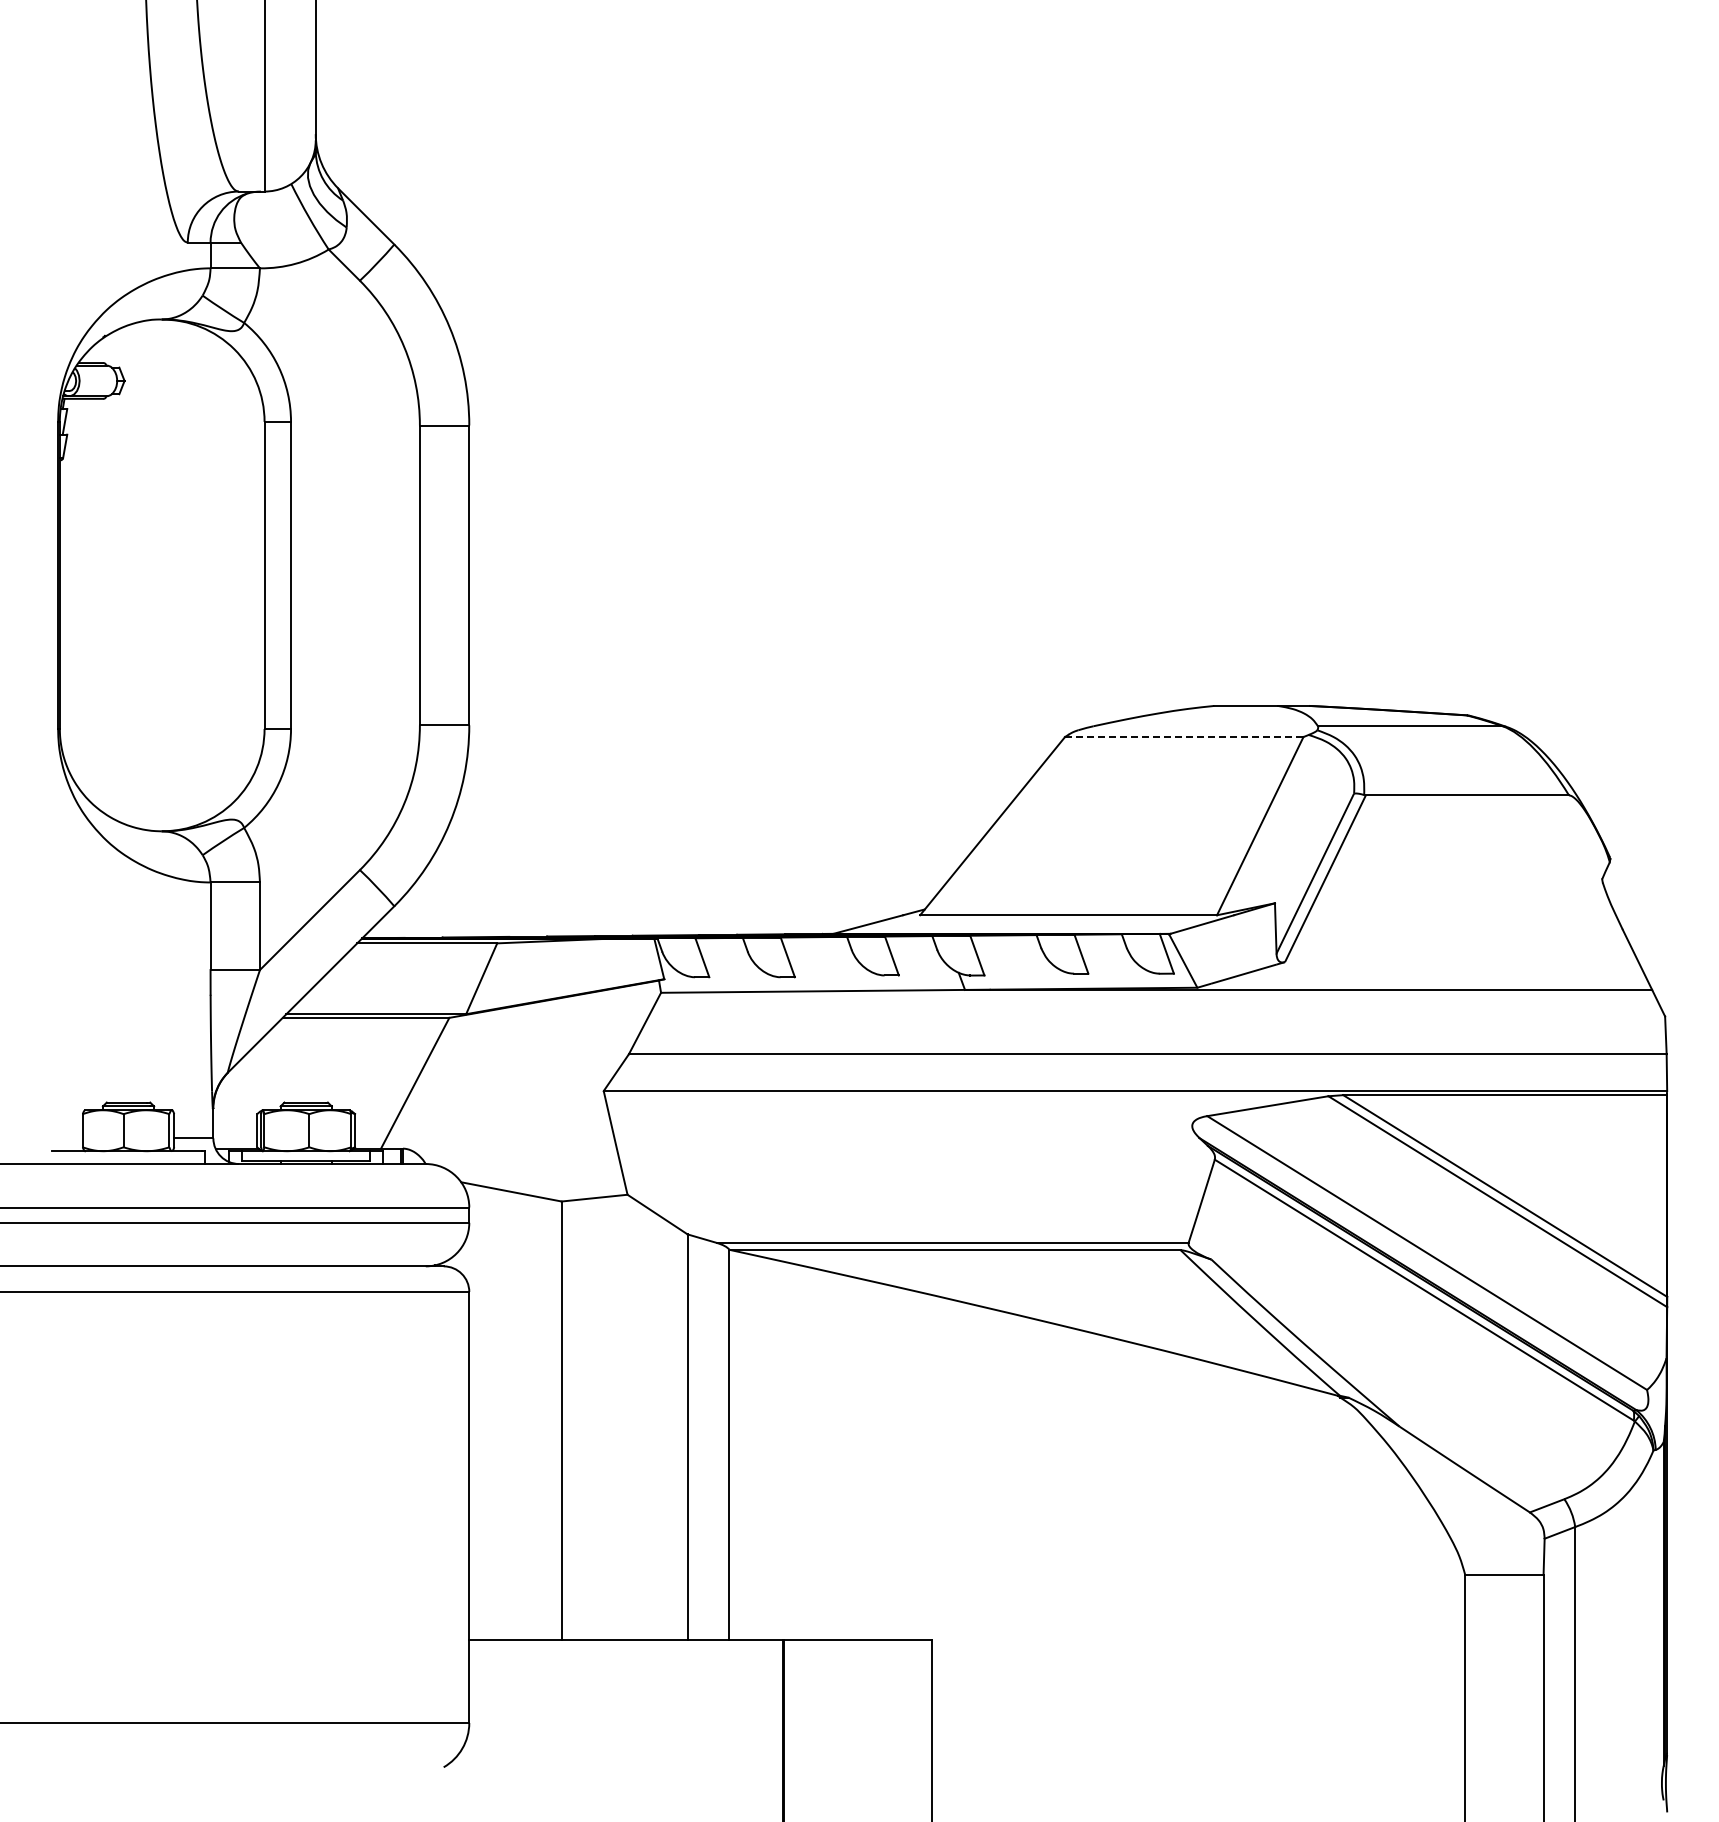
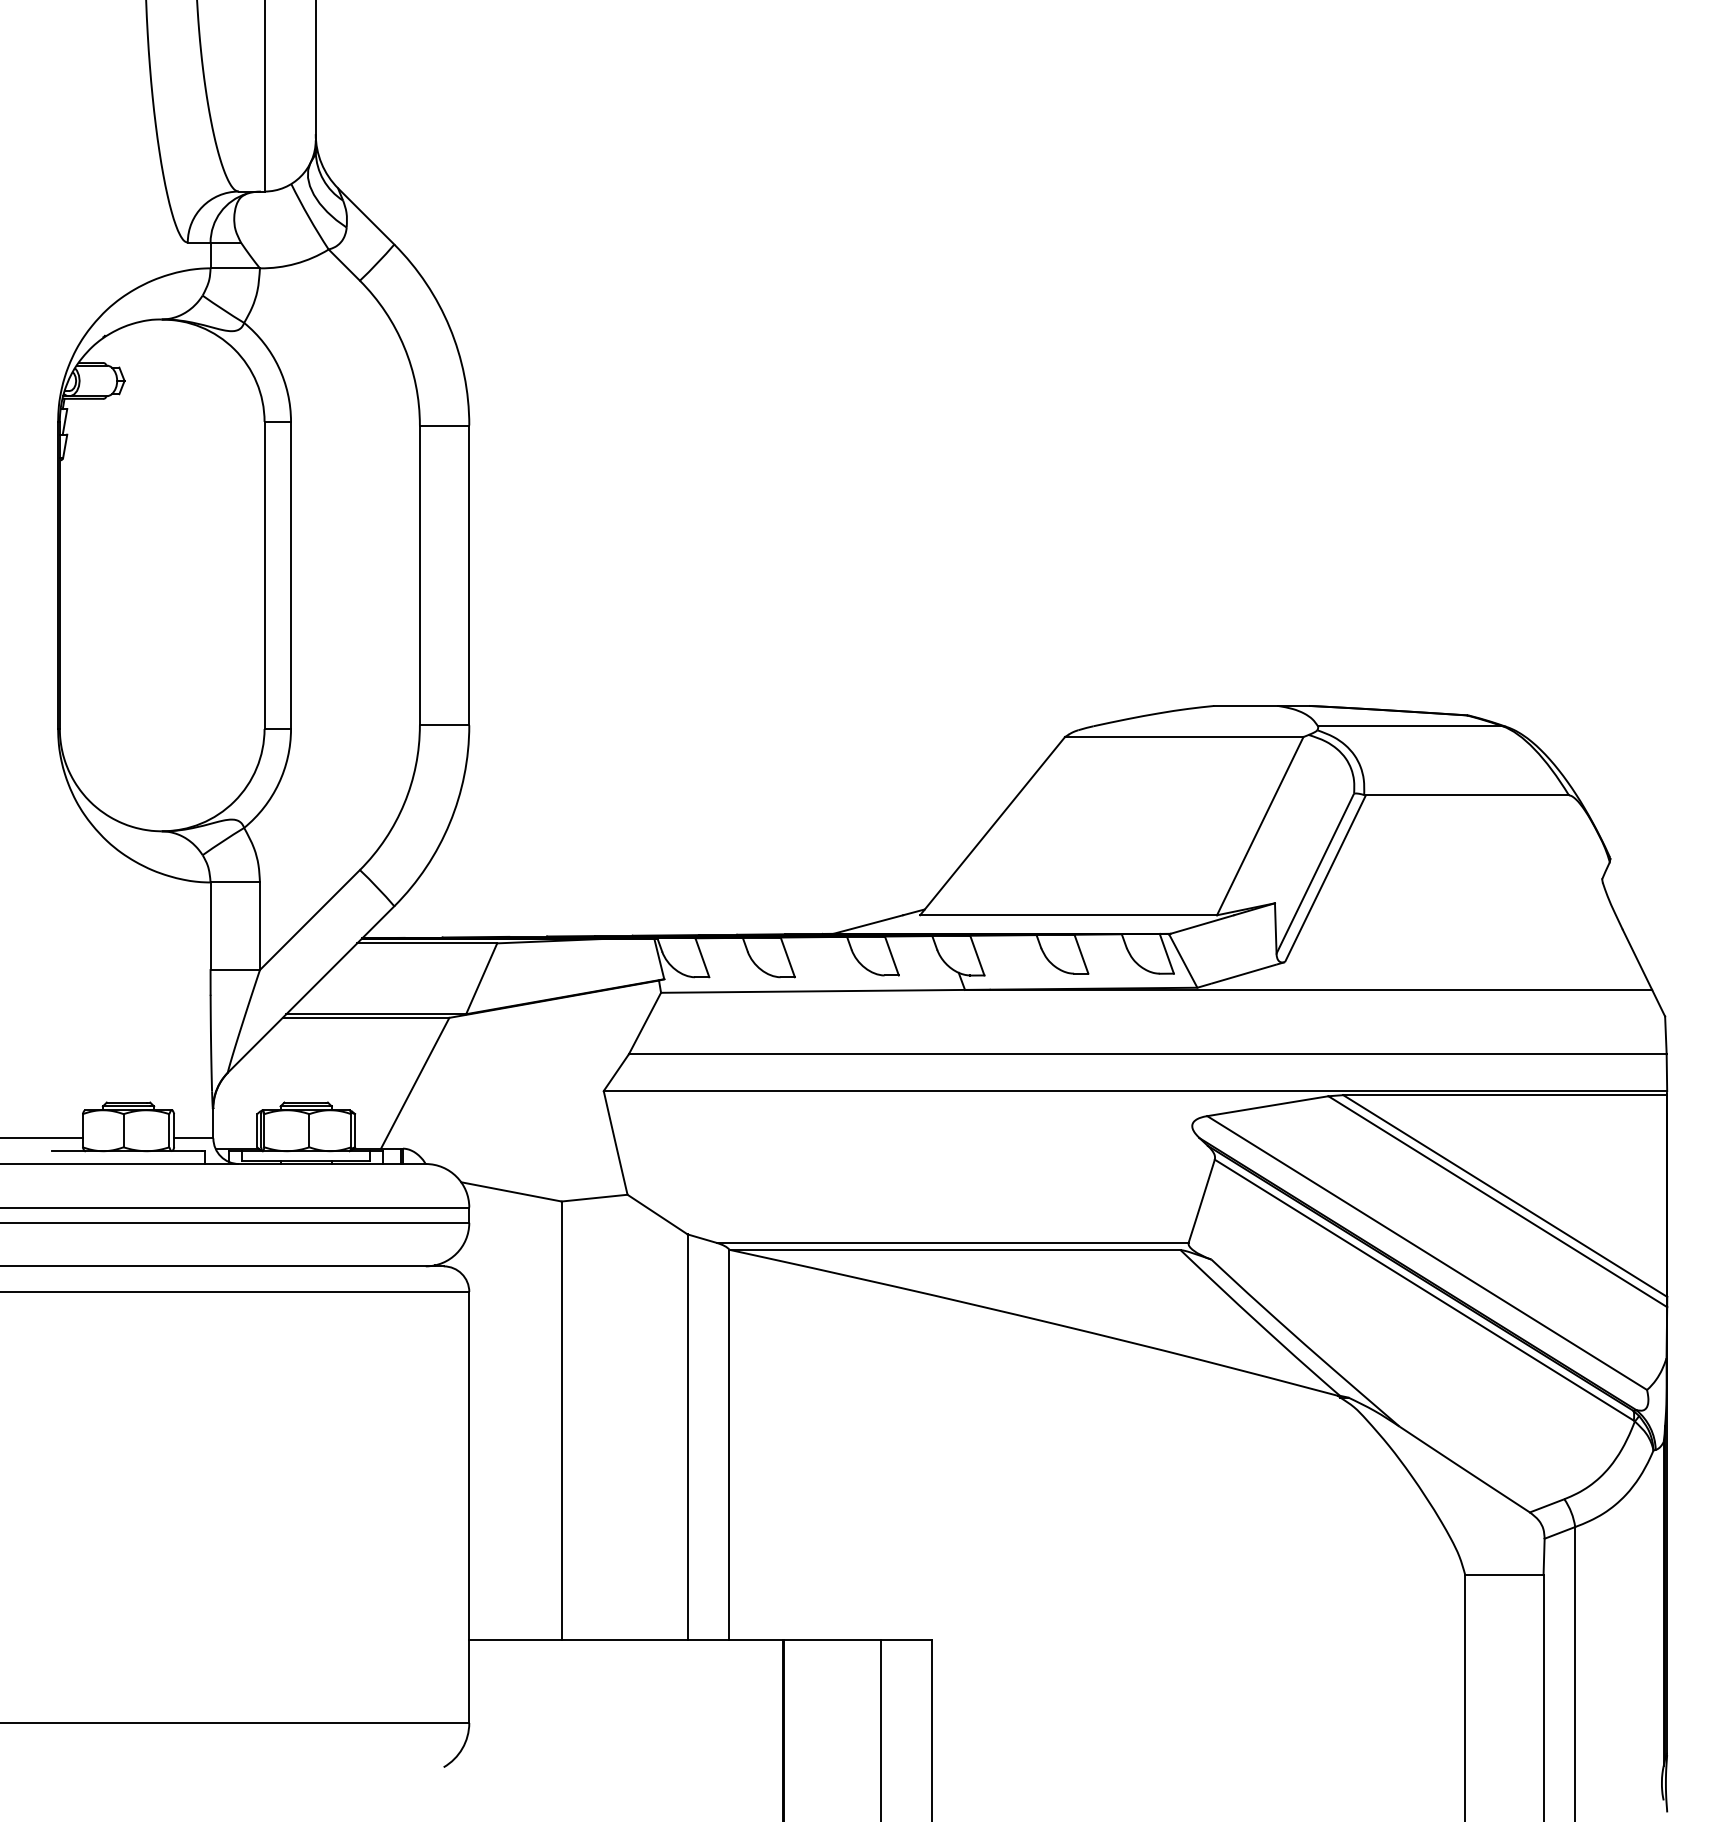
line at (1184, 737): dashed -> solid
line at (42, 1138): none -> present
line at (881, 1728): none -> present
